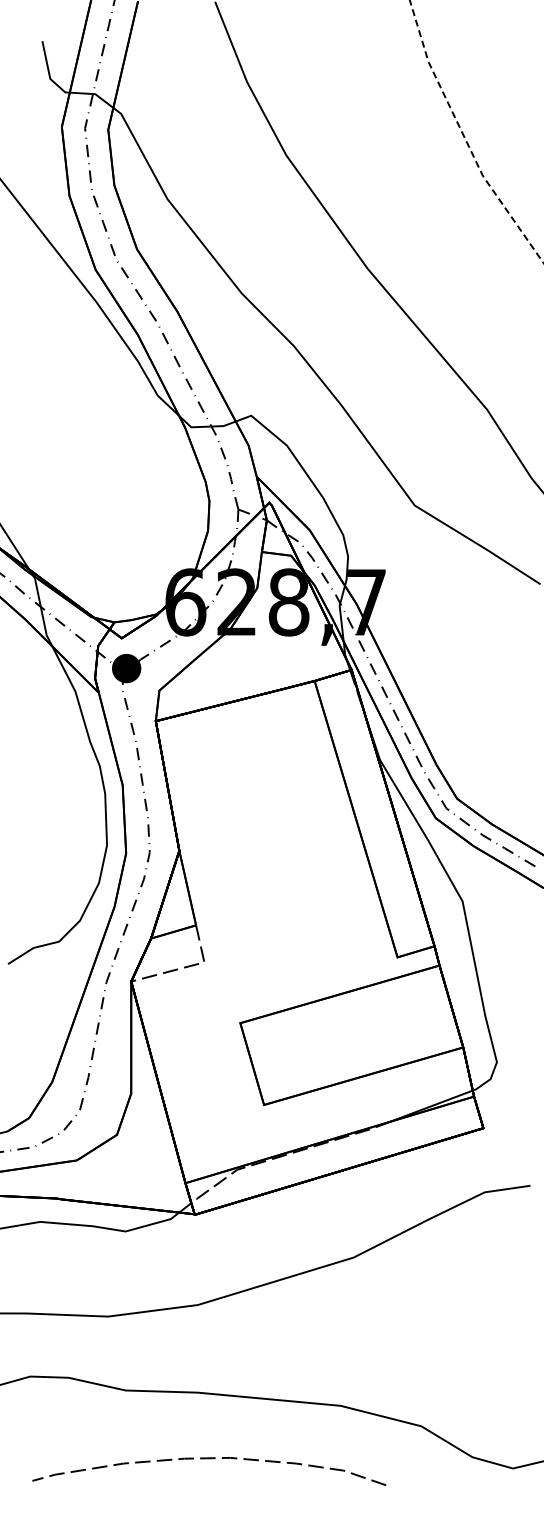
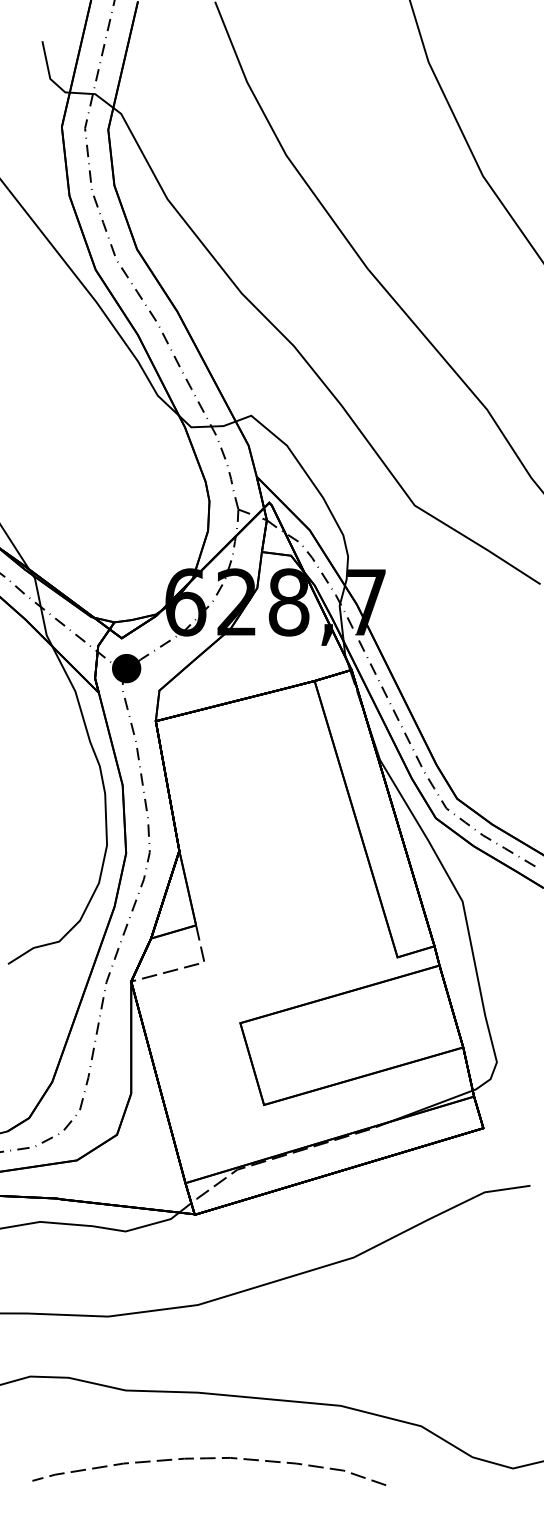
line at (464, 137): dashed -> solid
